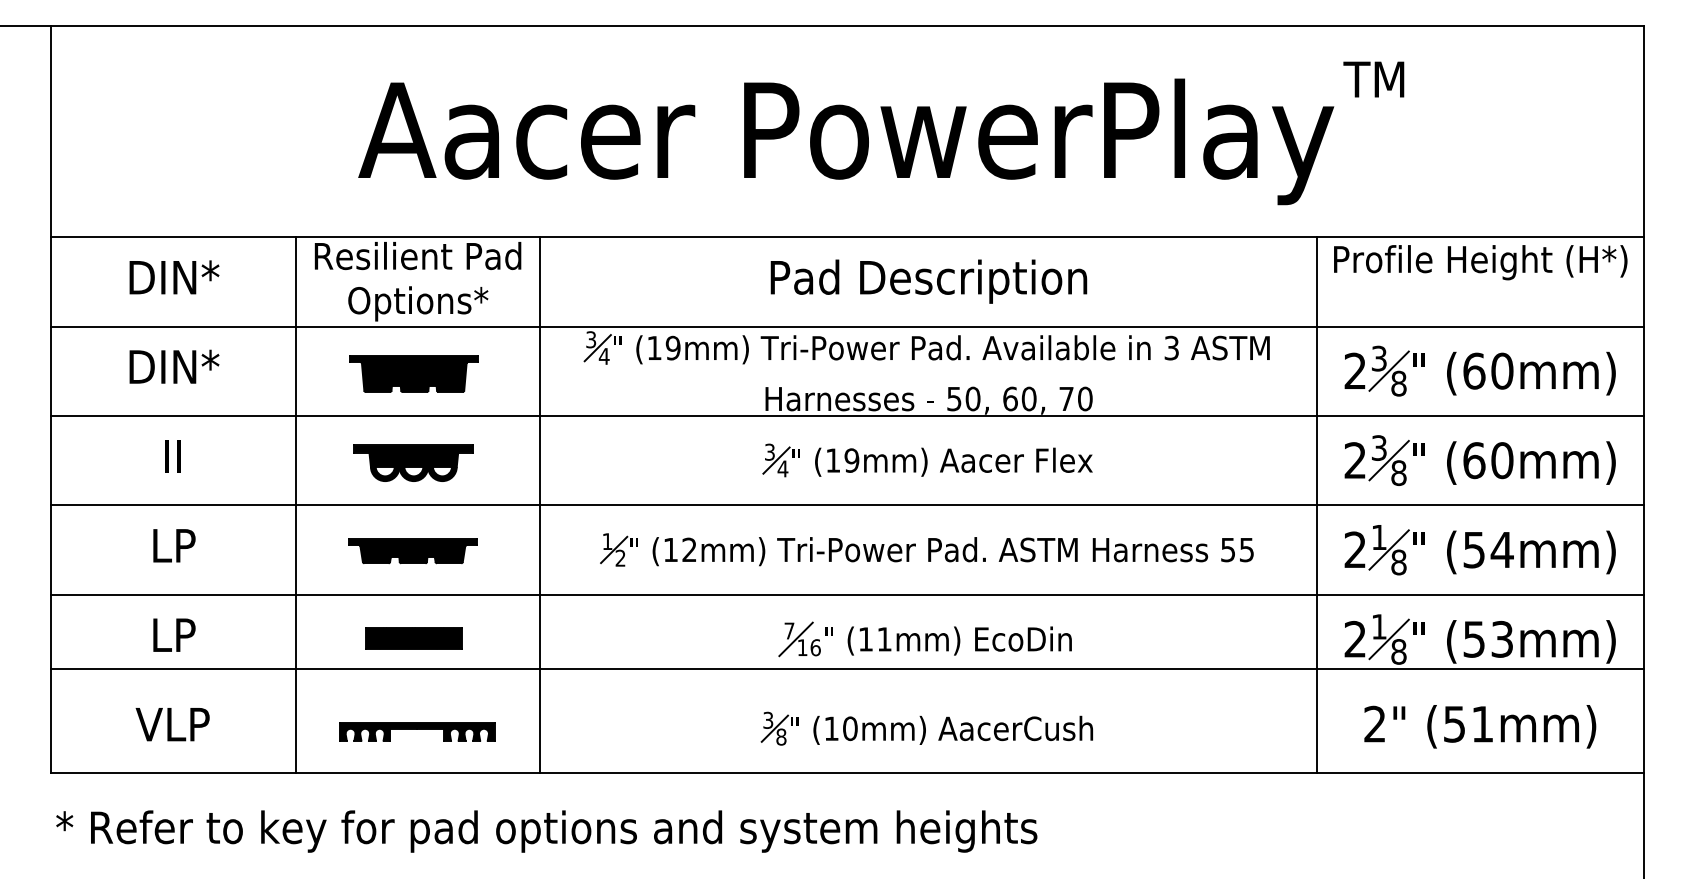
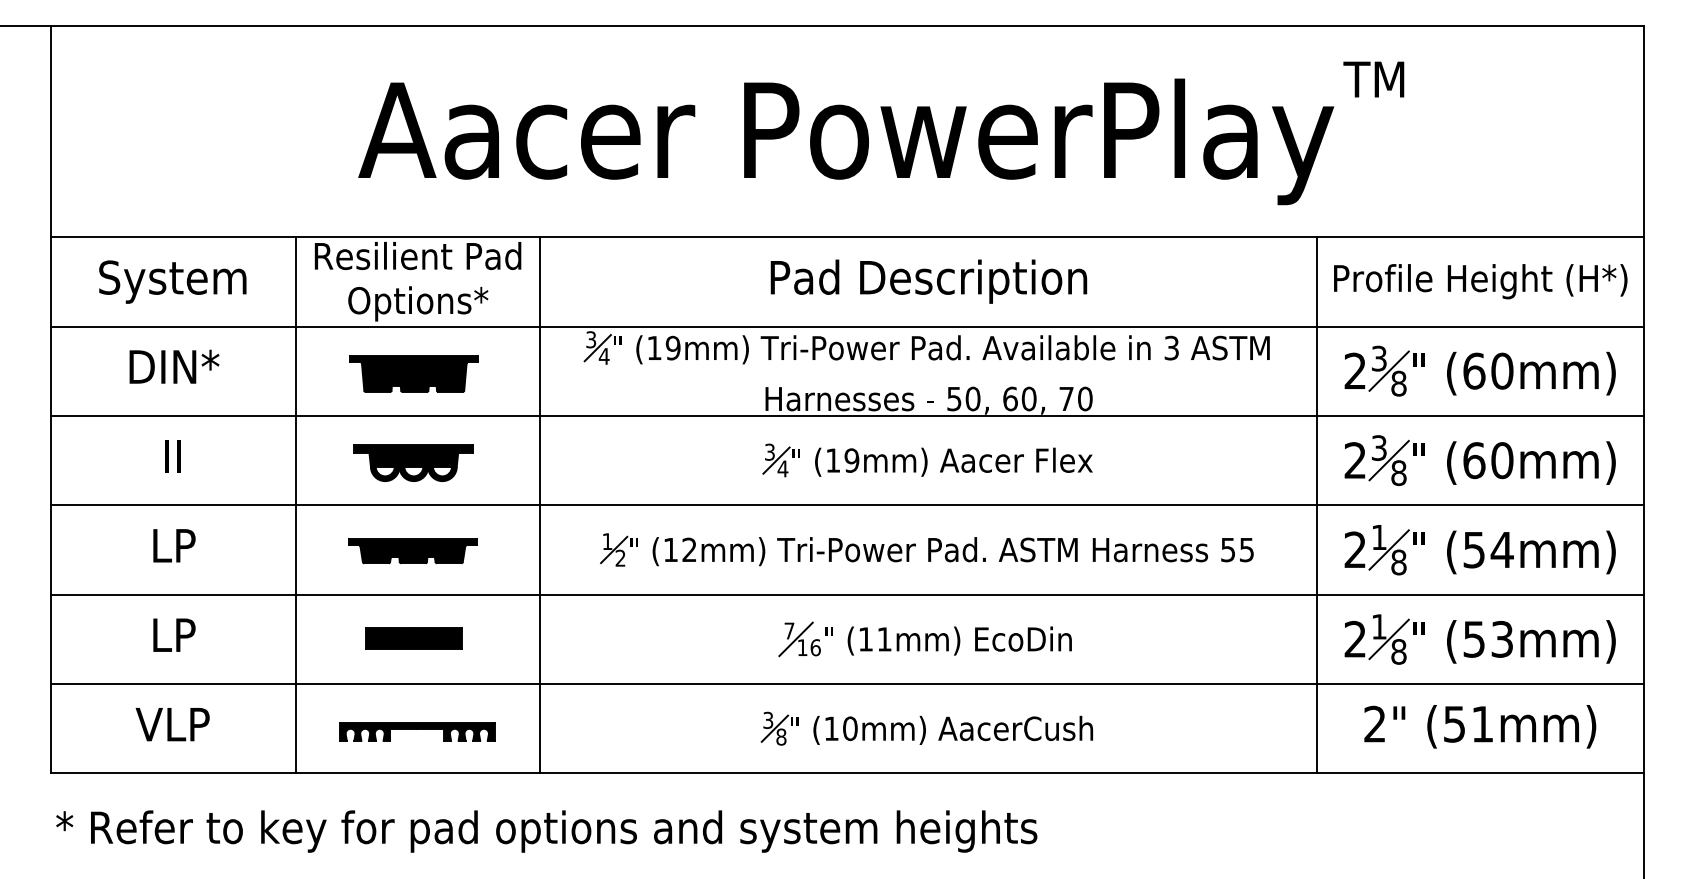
text at (1480, 262) position: (1480, 262) -> (1480, 281)
text at (172, 281): DIN* -> System
line at (847, 669) position: (847, 669) -> (847, 684)
